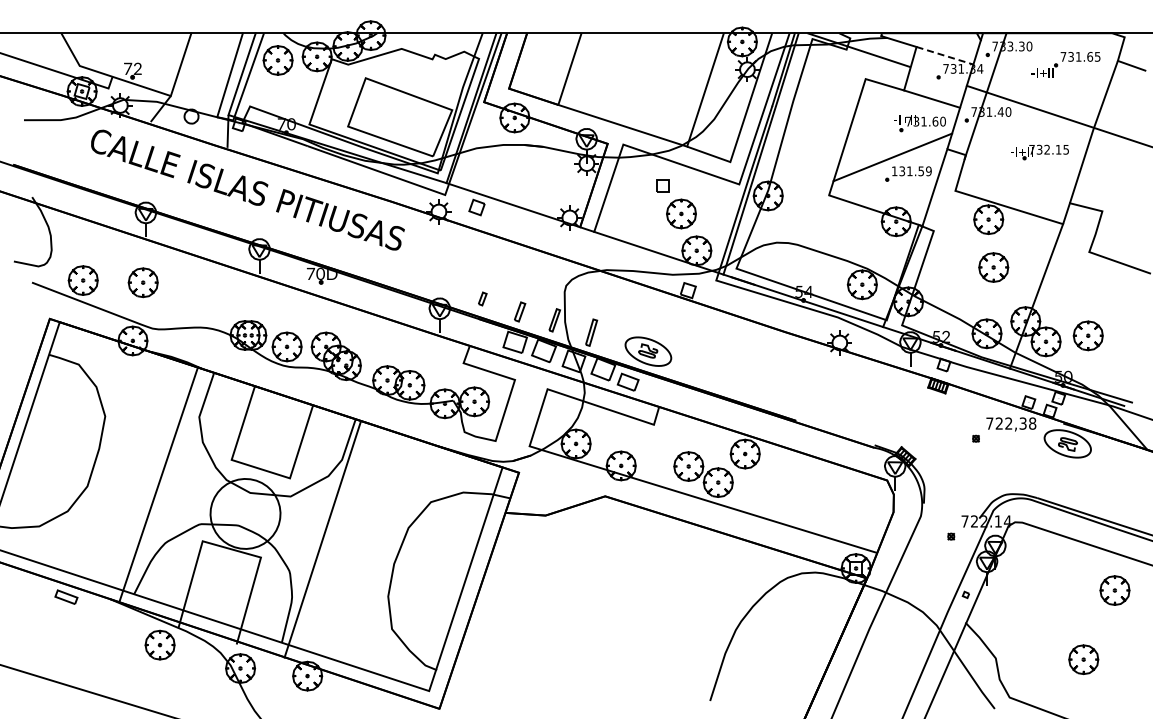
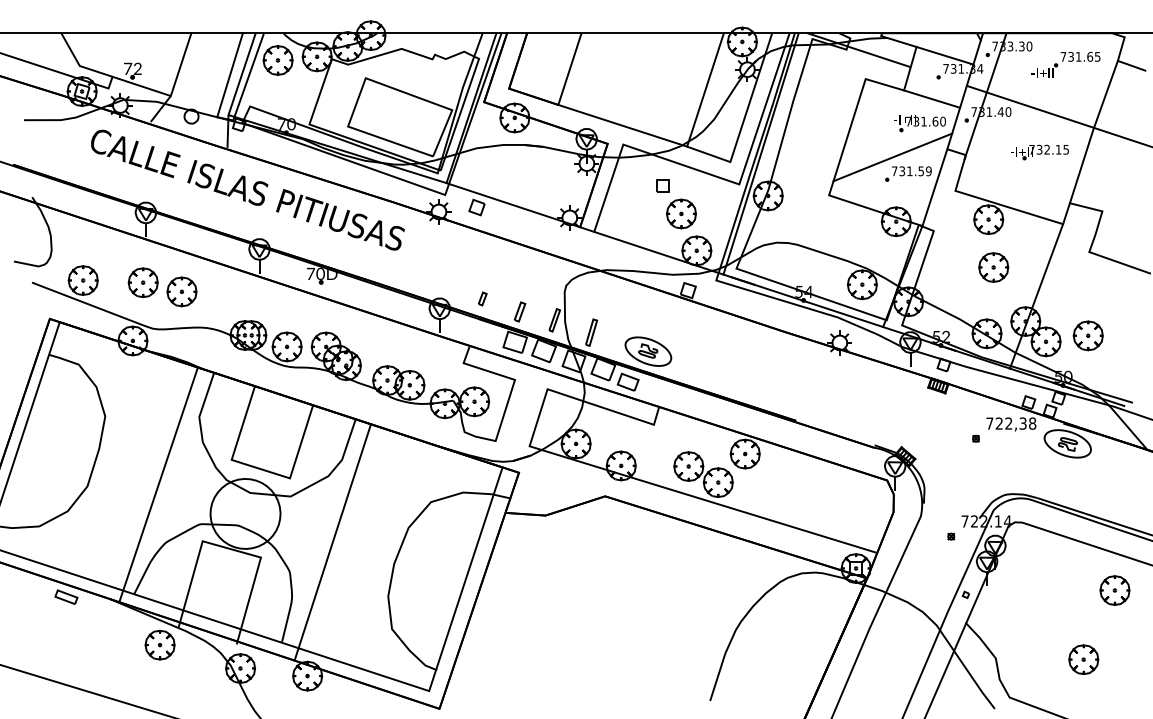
line at (944, 55): dashed -> solid
text at (894, 171): 131.59 -> 731.59
part at (181, 291): none -> present
line at (322, 539) position: (322, 539) -> (332, 542)
